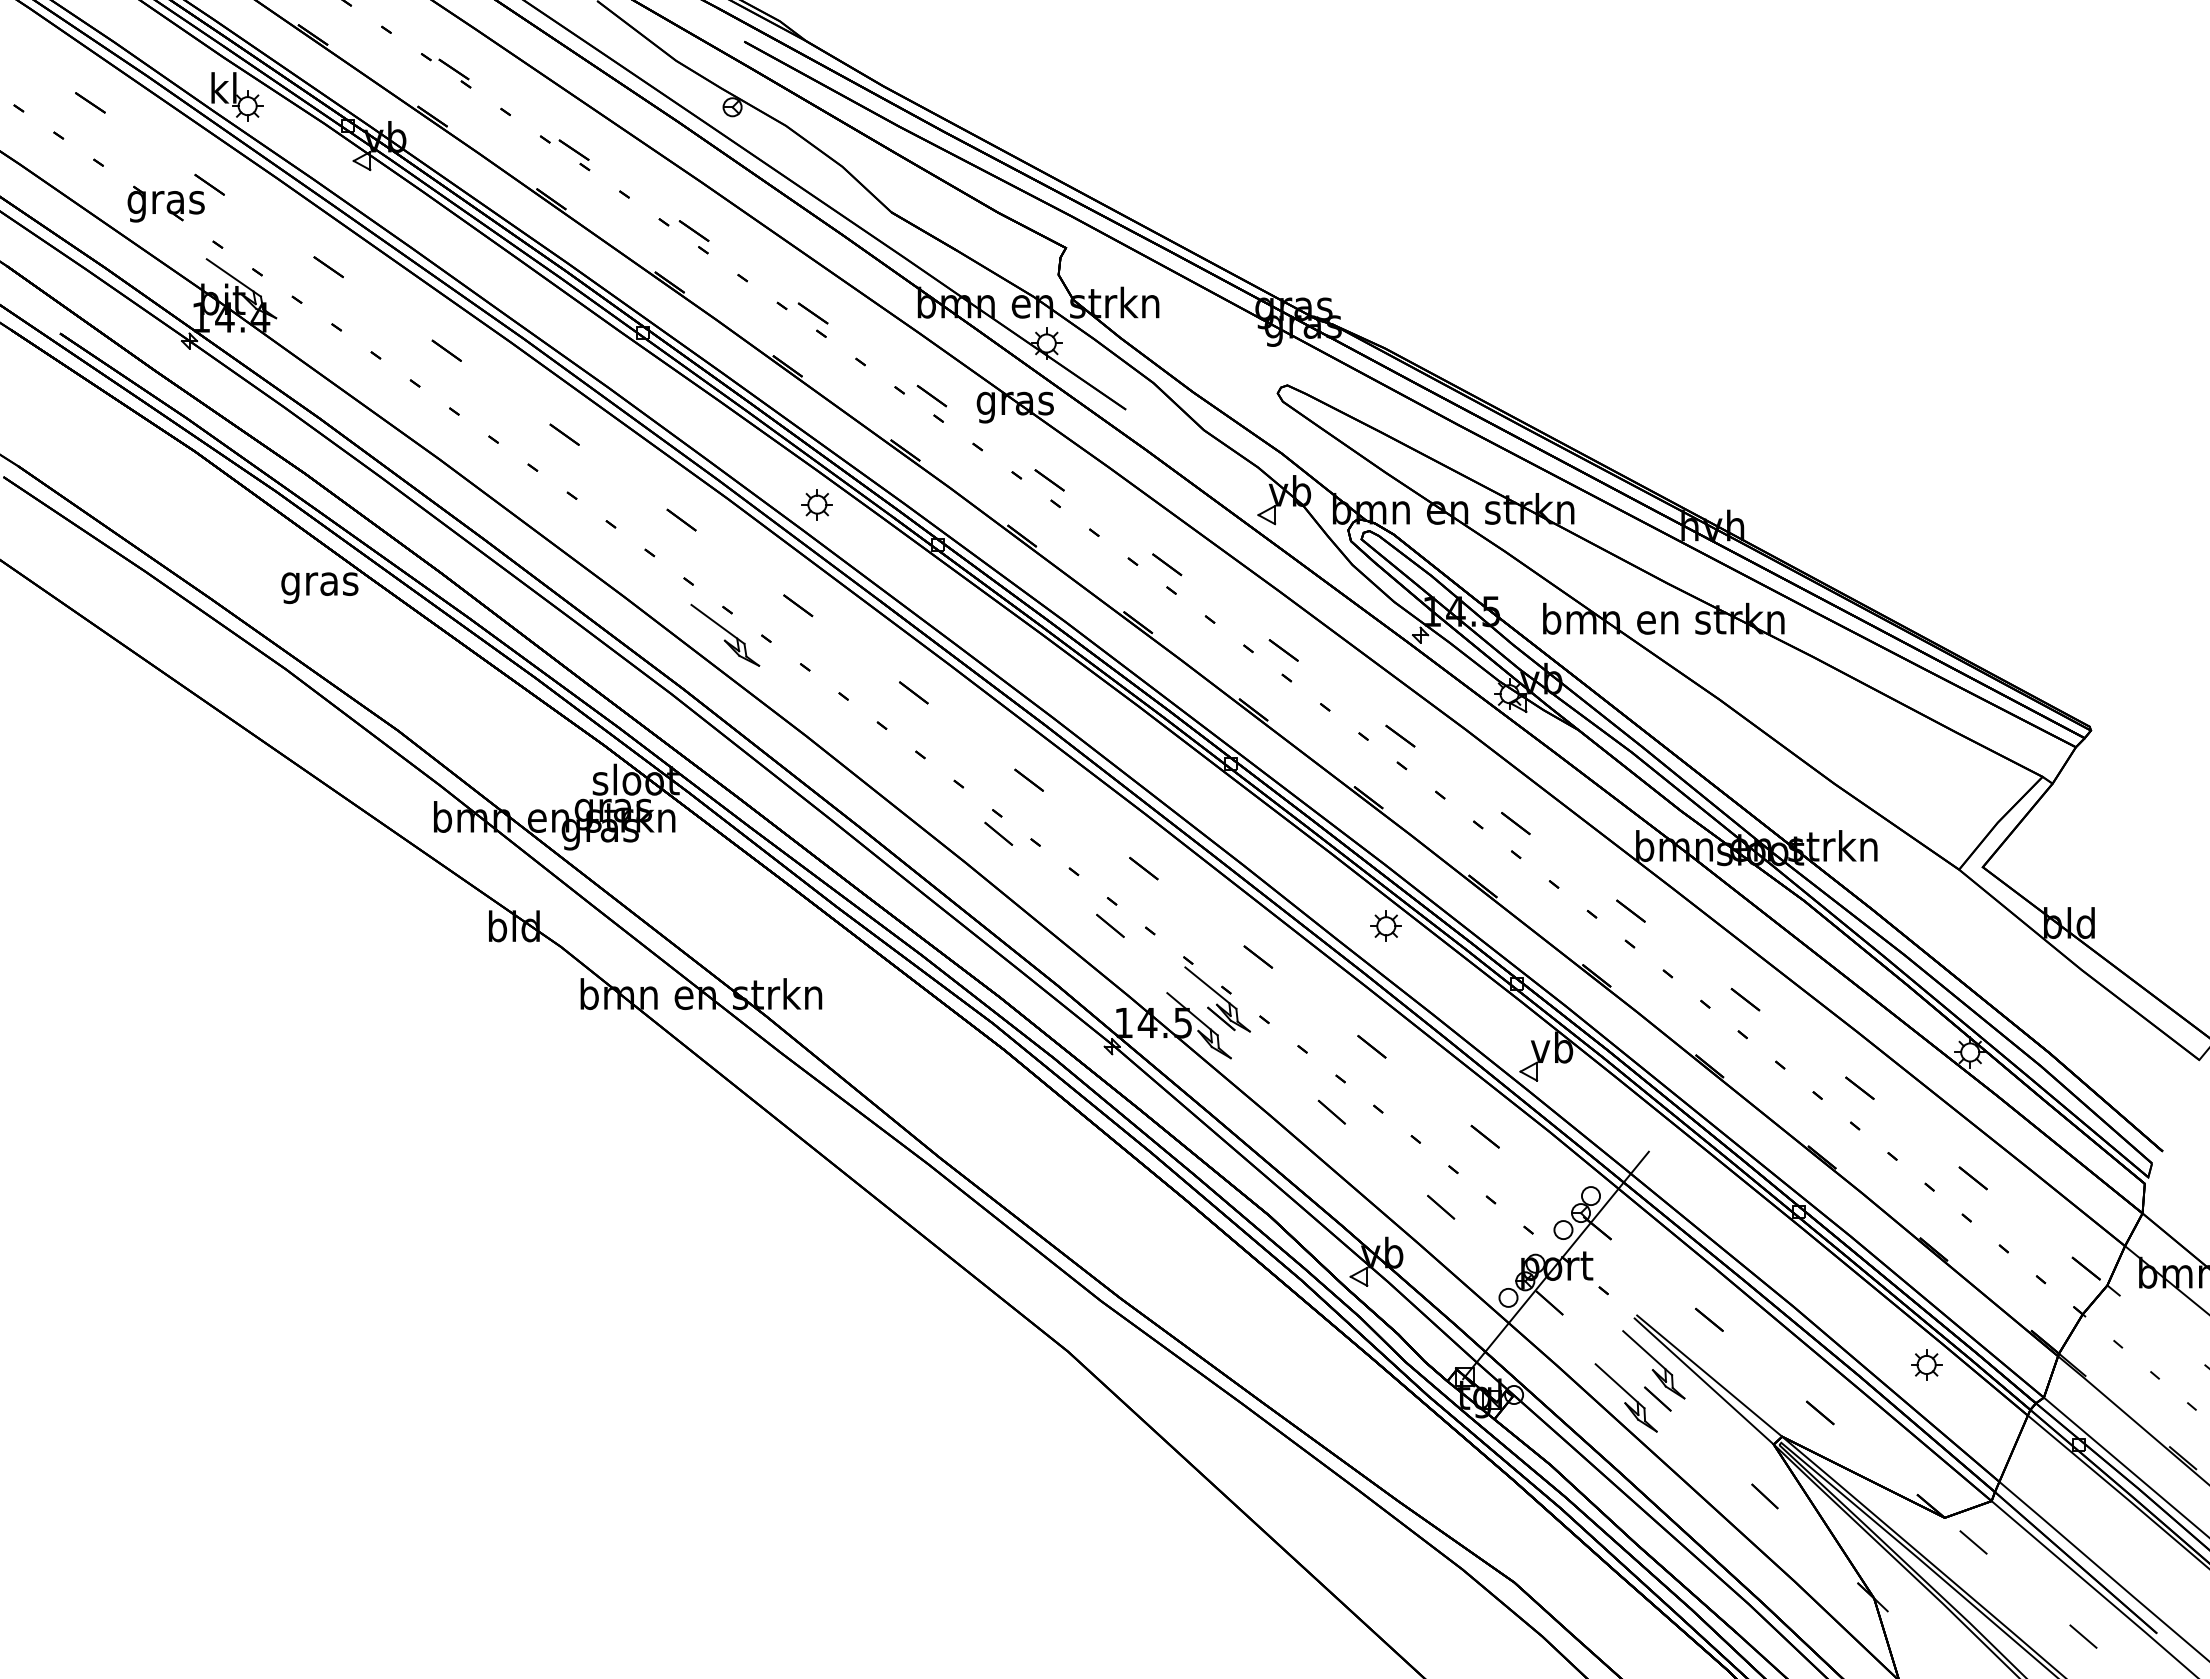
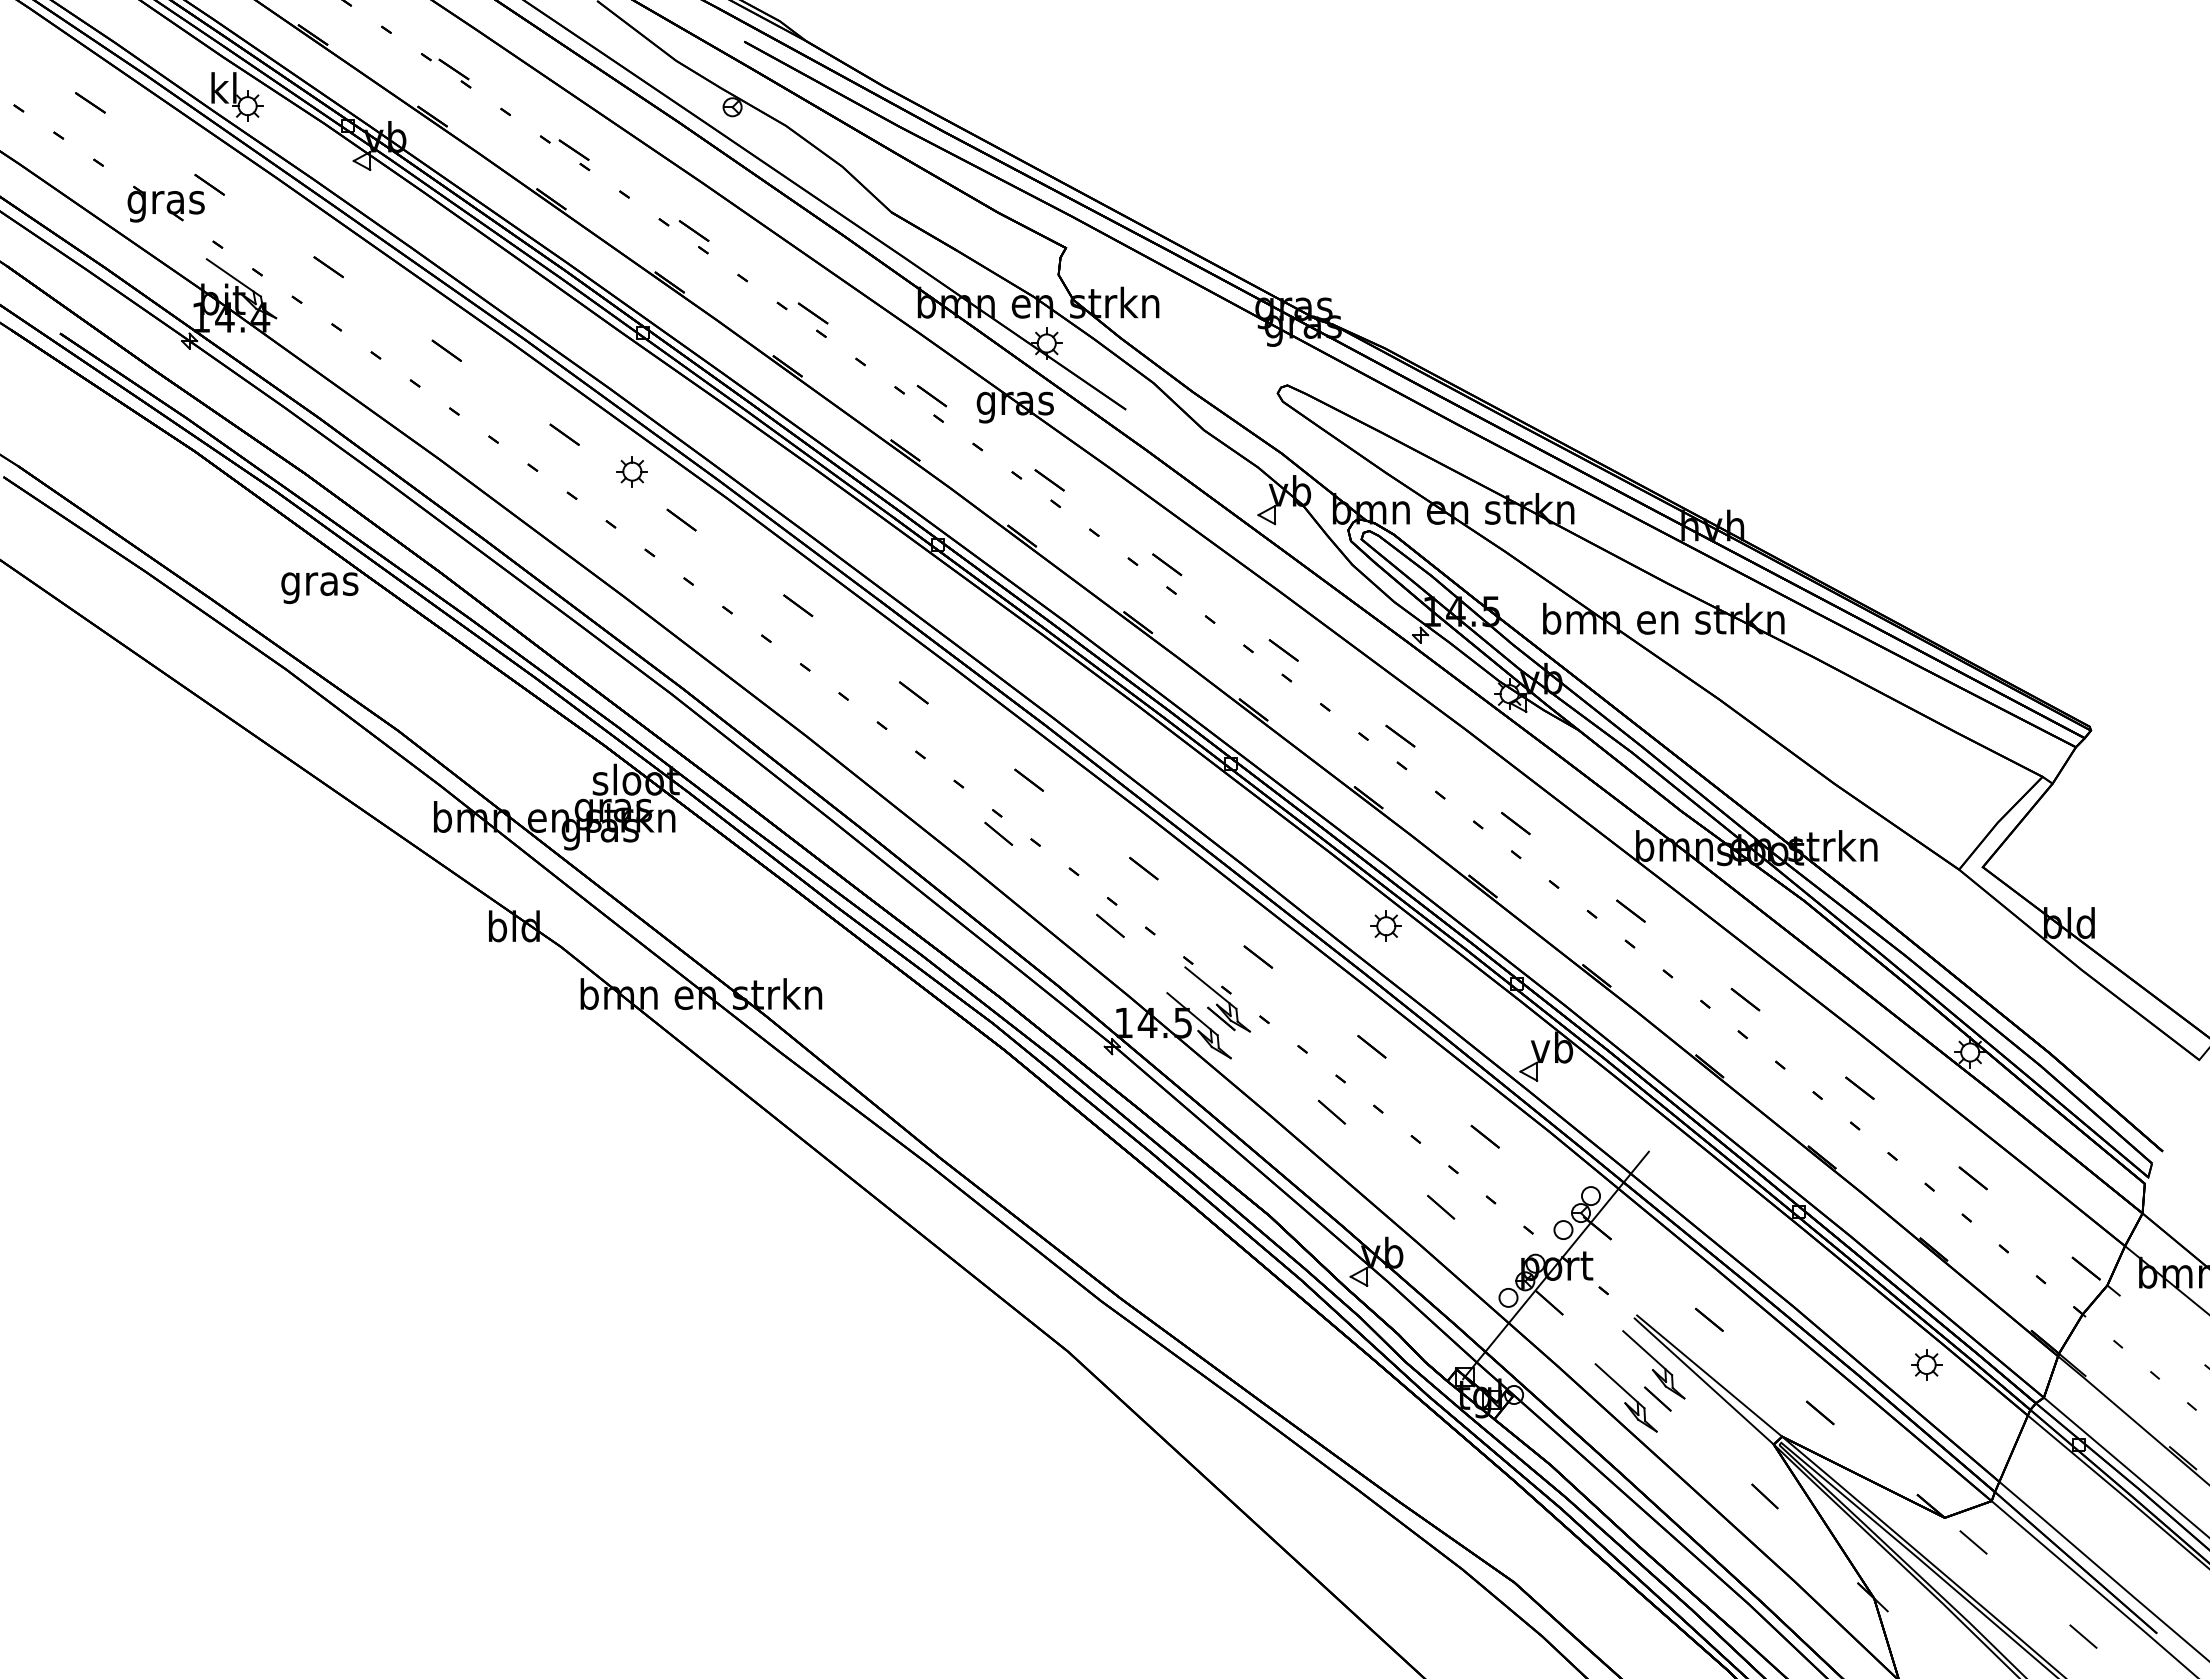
part at (816, 504) position: (816, 504) -> (631, 471)
part at (725, 634): present -> none
